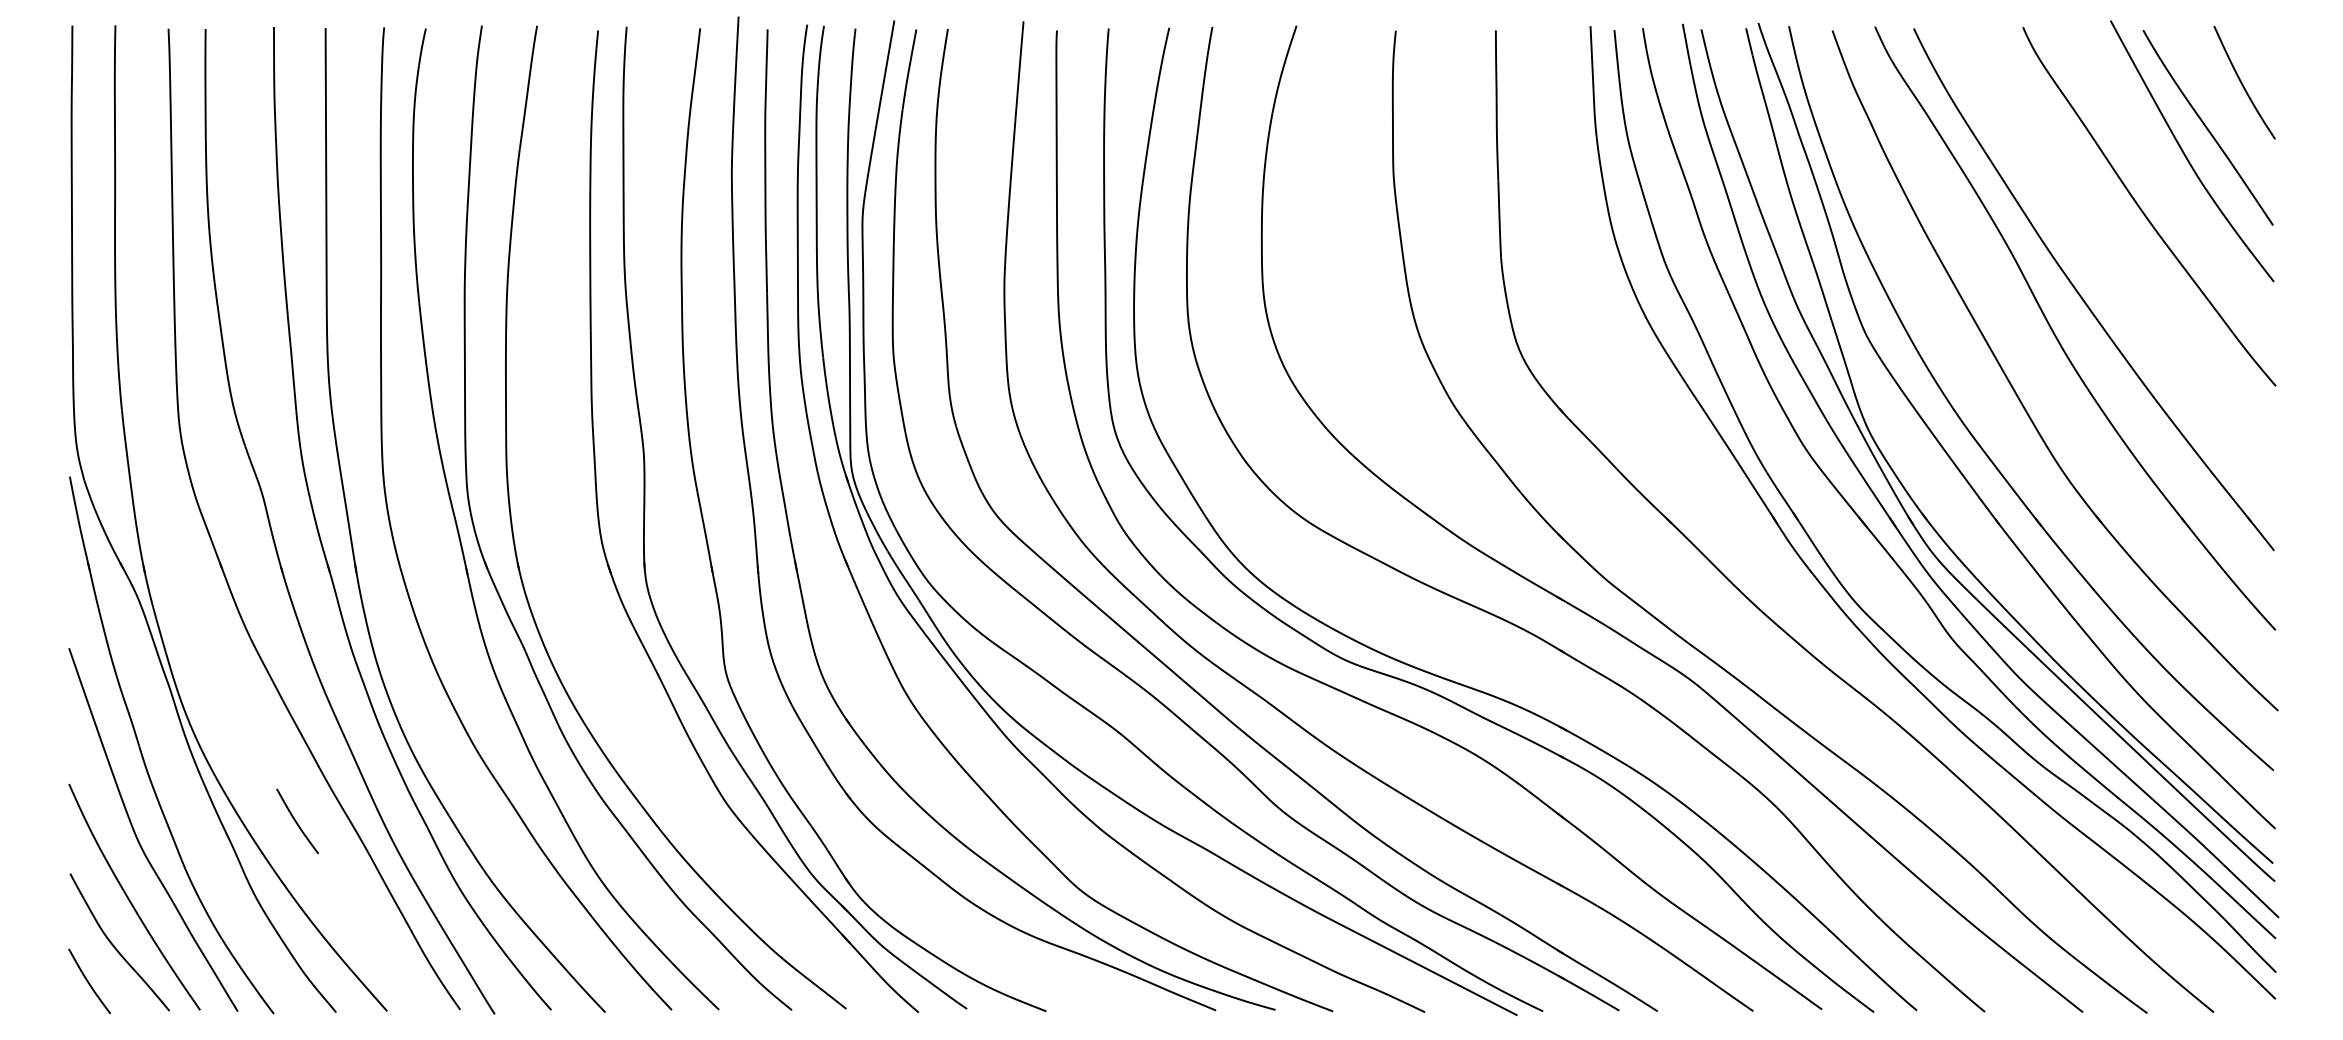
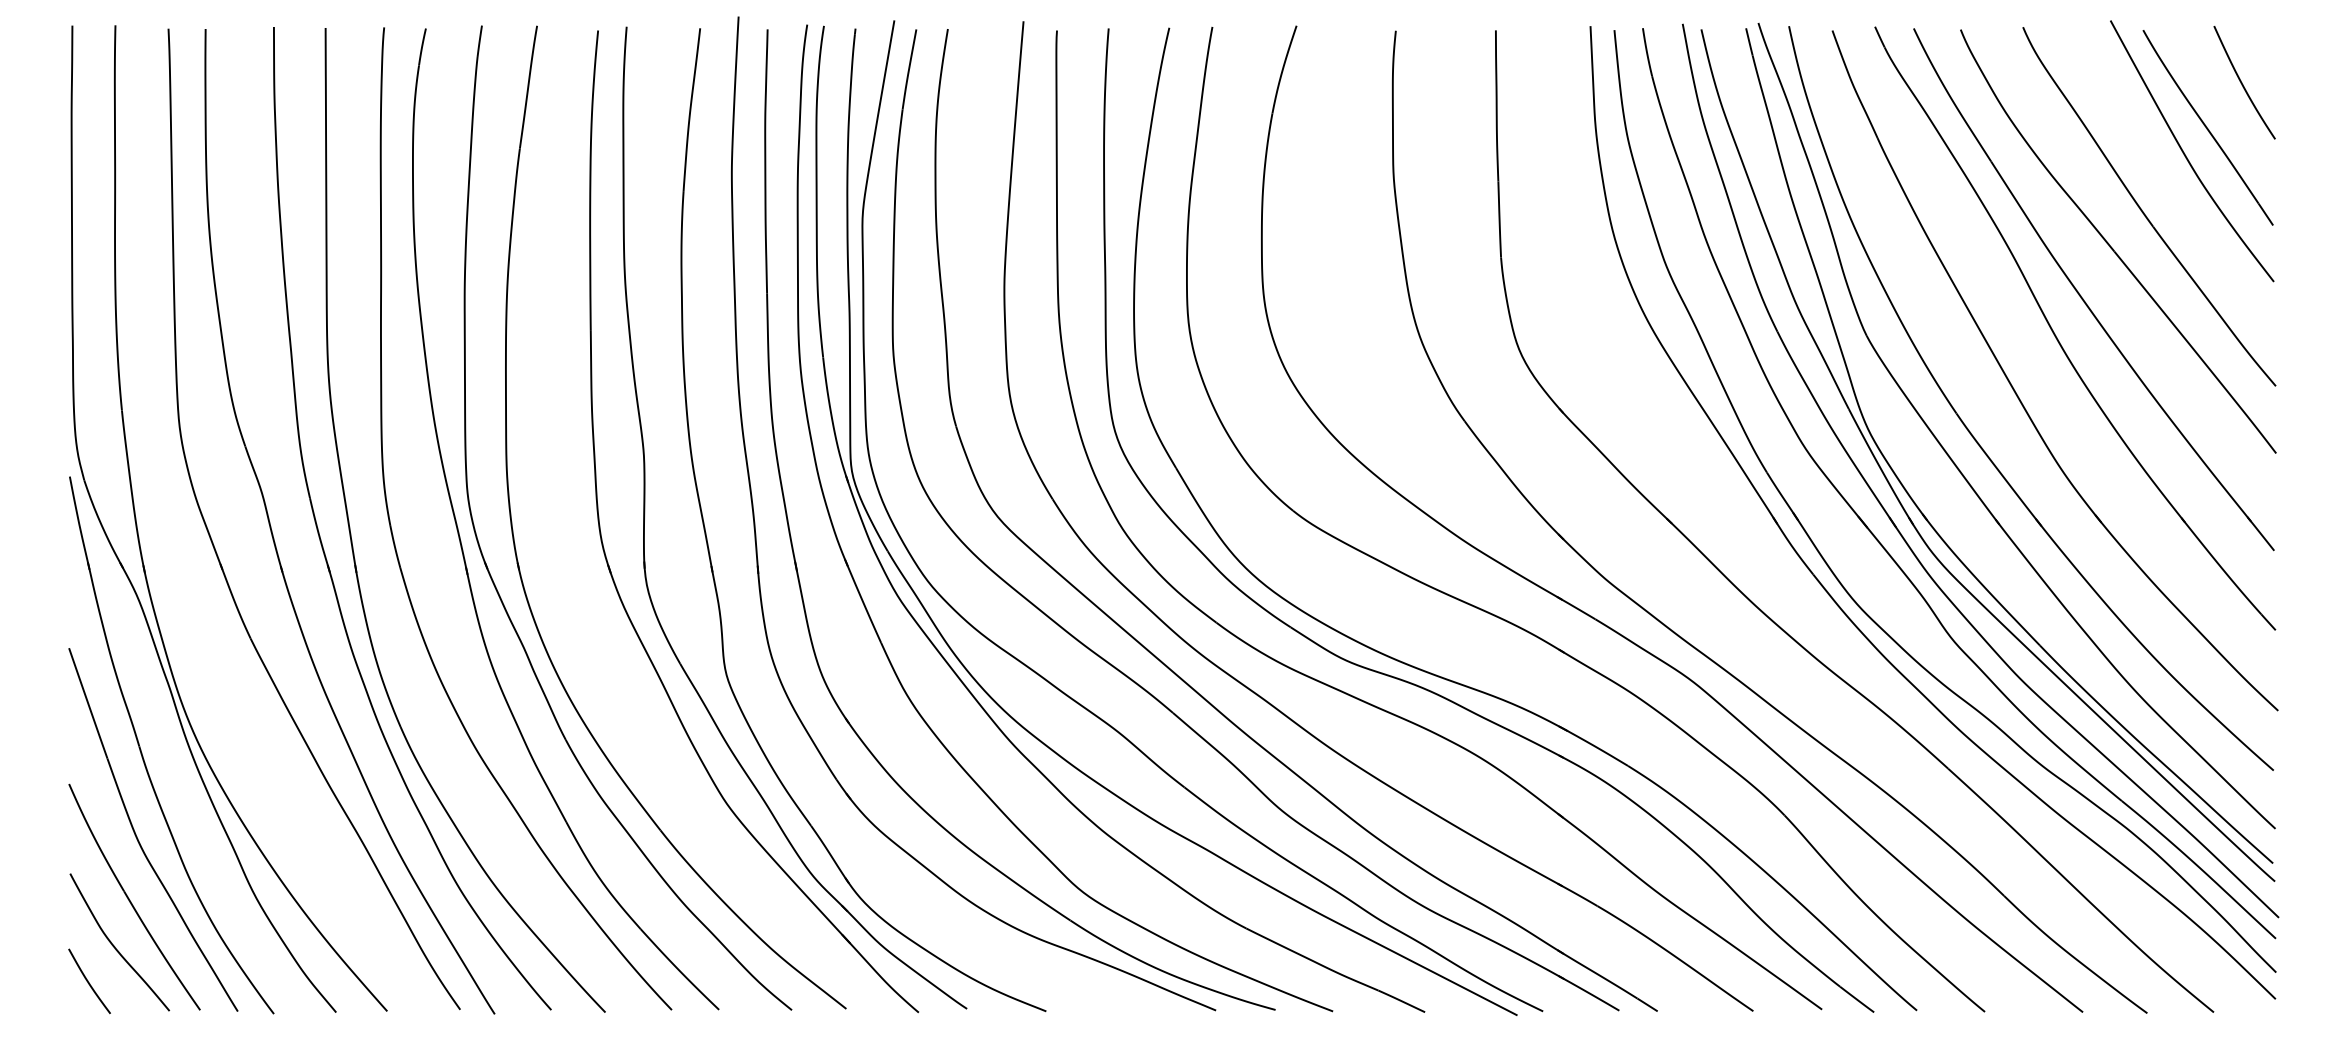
part at (2112, 247): none -> present
curve at (296, 821): present -> none
